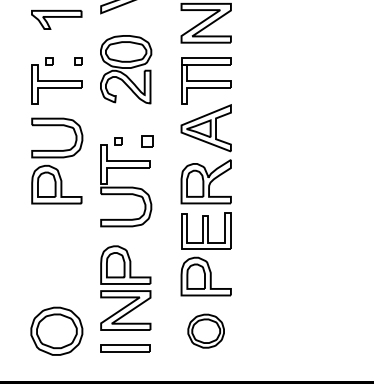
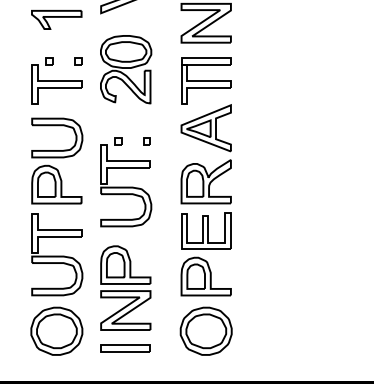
part at (147, 141) size: 13x13 px -> 8x9 px
part at (57, 254): none -> present
part at (205, 330) size: 38x36 px -> 54x50 px
